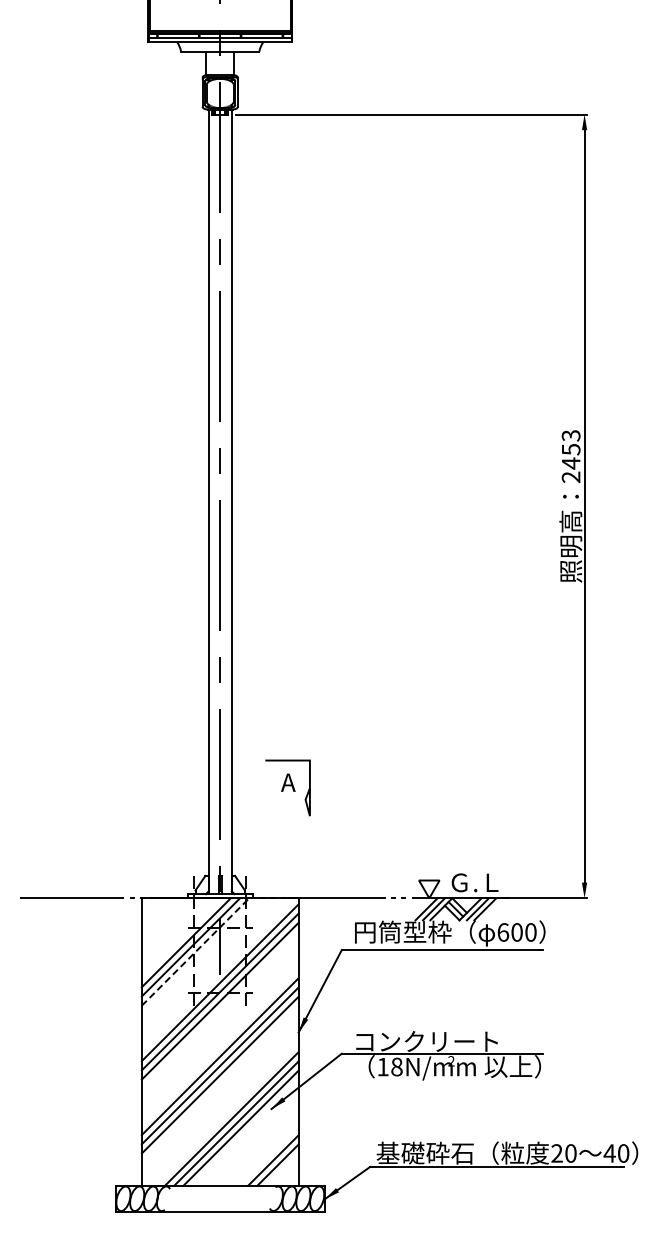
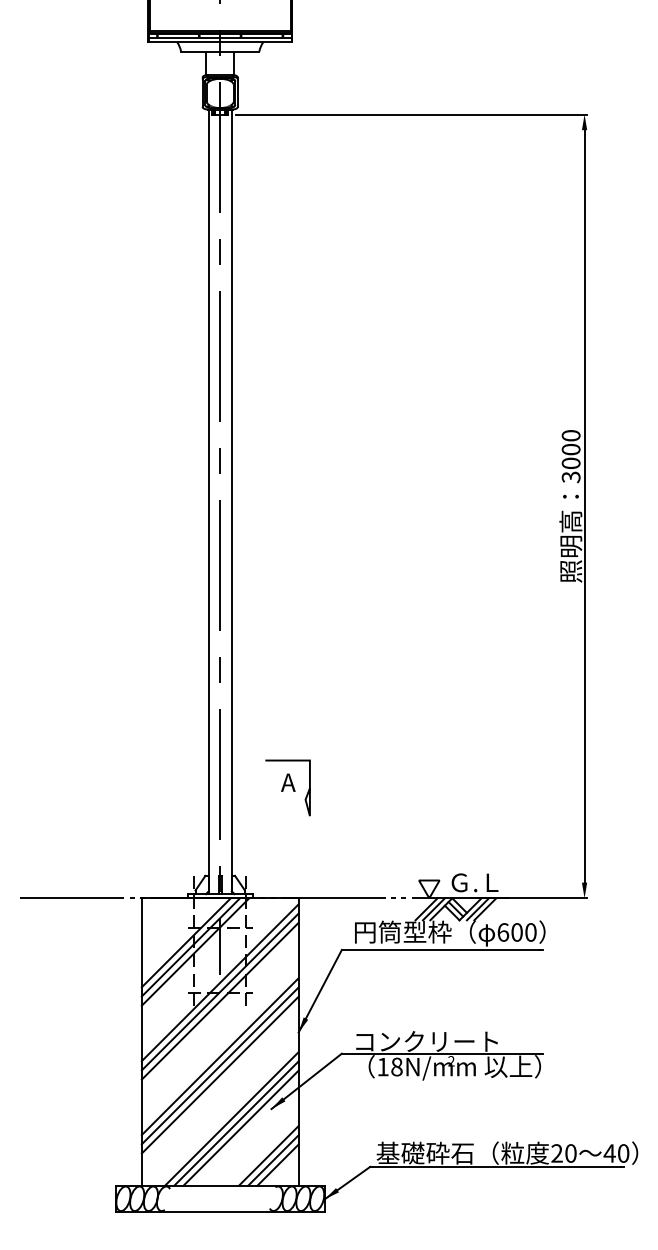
text at (570, 456): 2453 -> 3000
line at (195, 952): dashed -> solid
line at (268, 1155): none -> present
